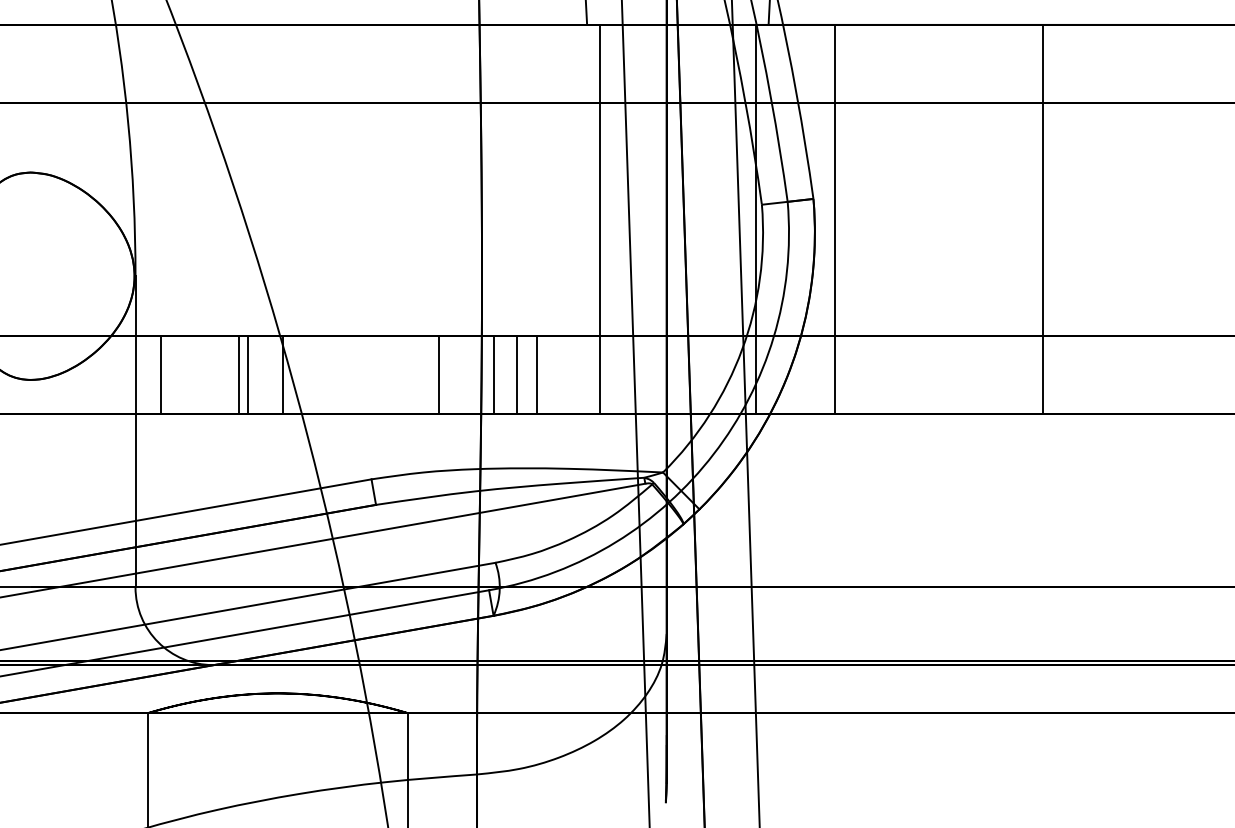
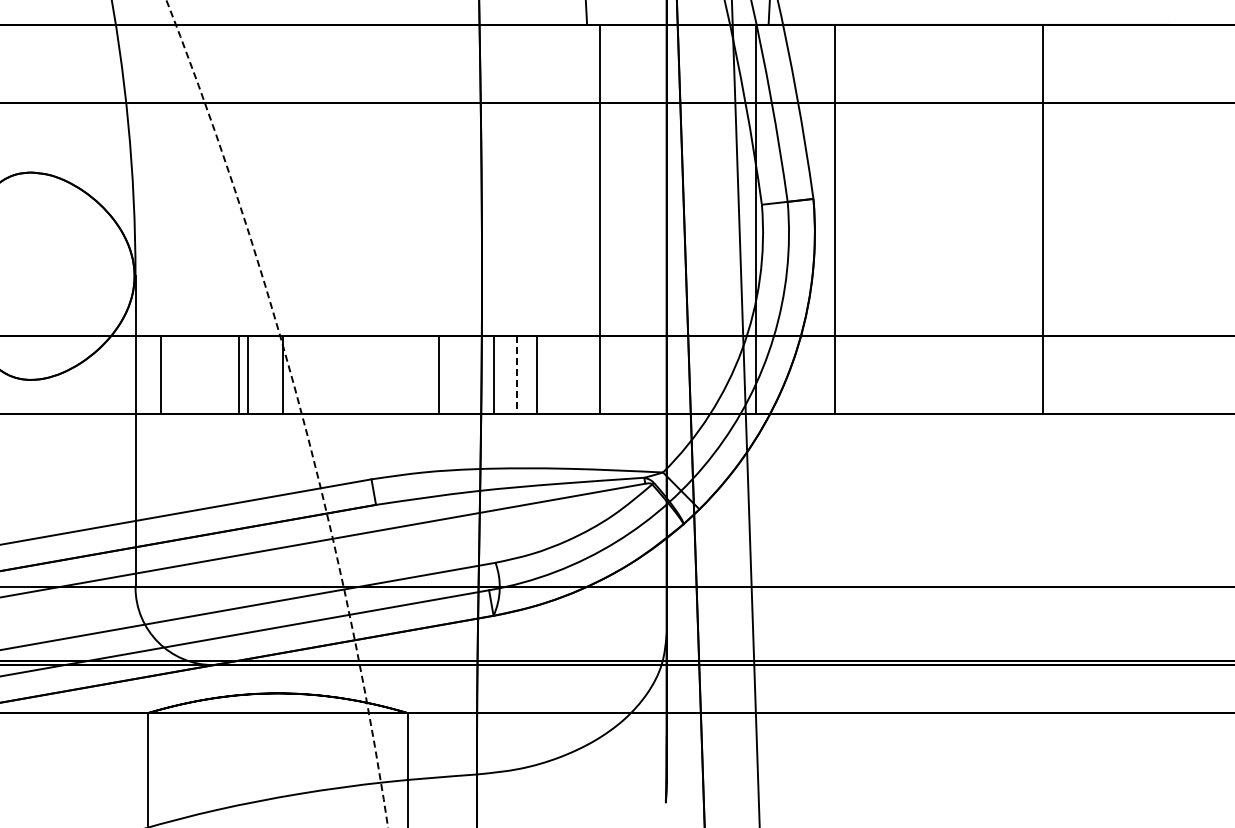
line at (517, 374): solid -> dashed
arc at (299, 407): solid -> dashed
line at (635, 413): present -> none
